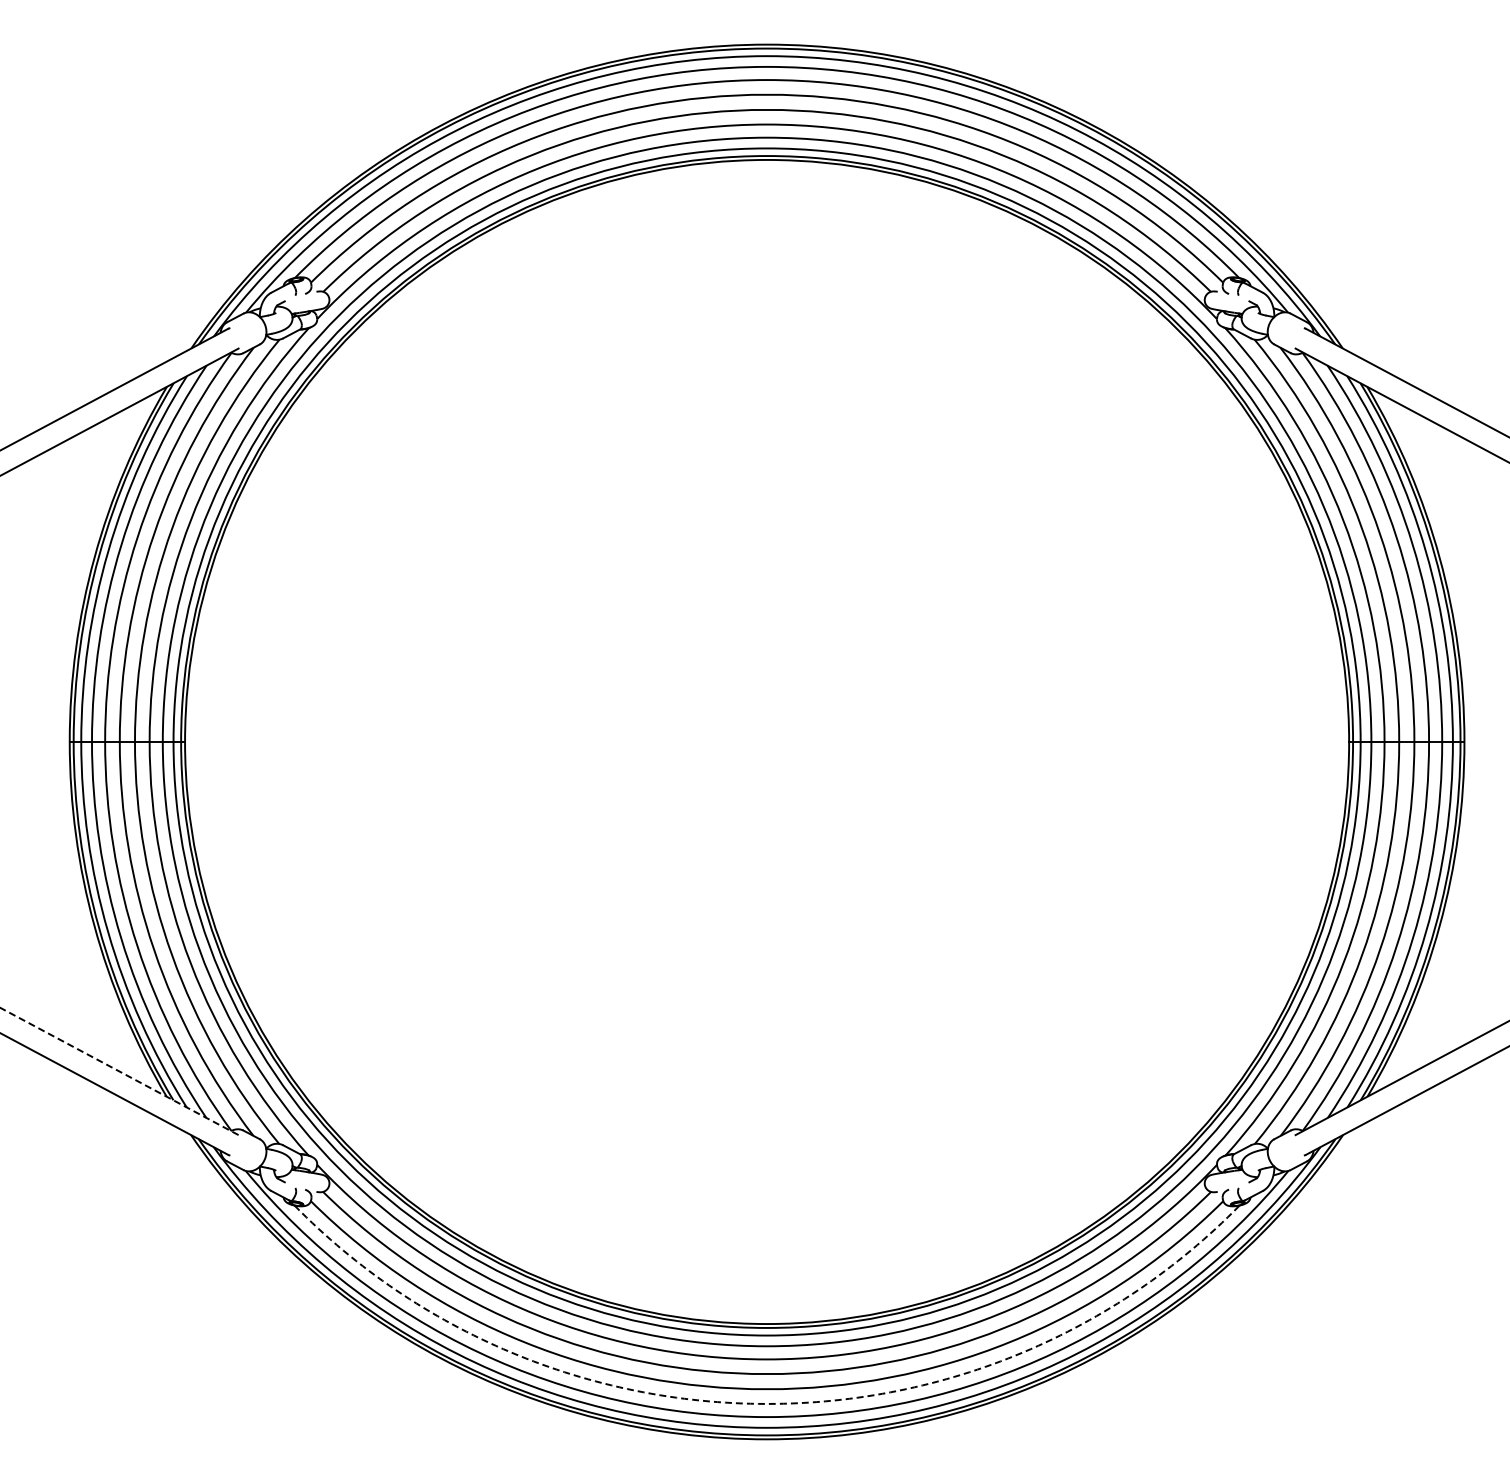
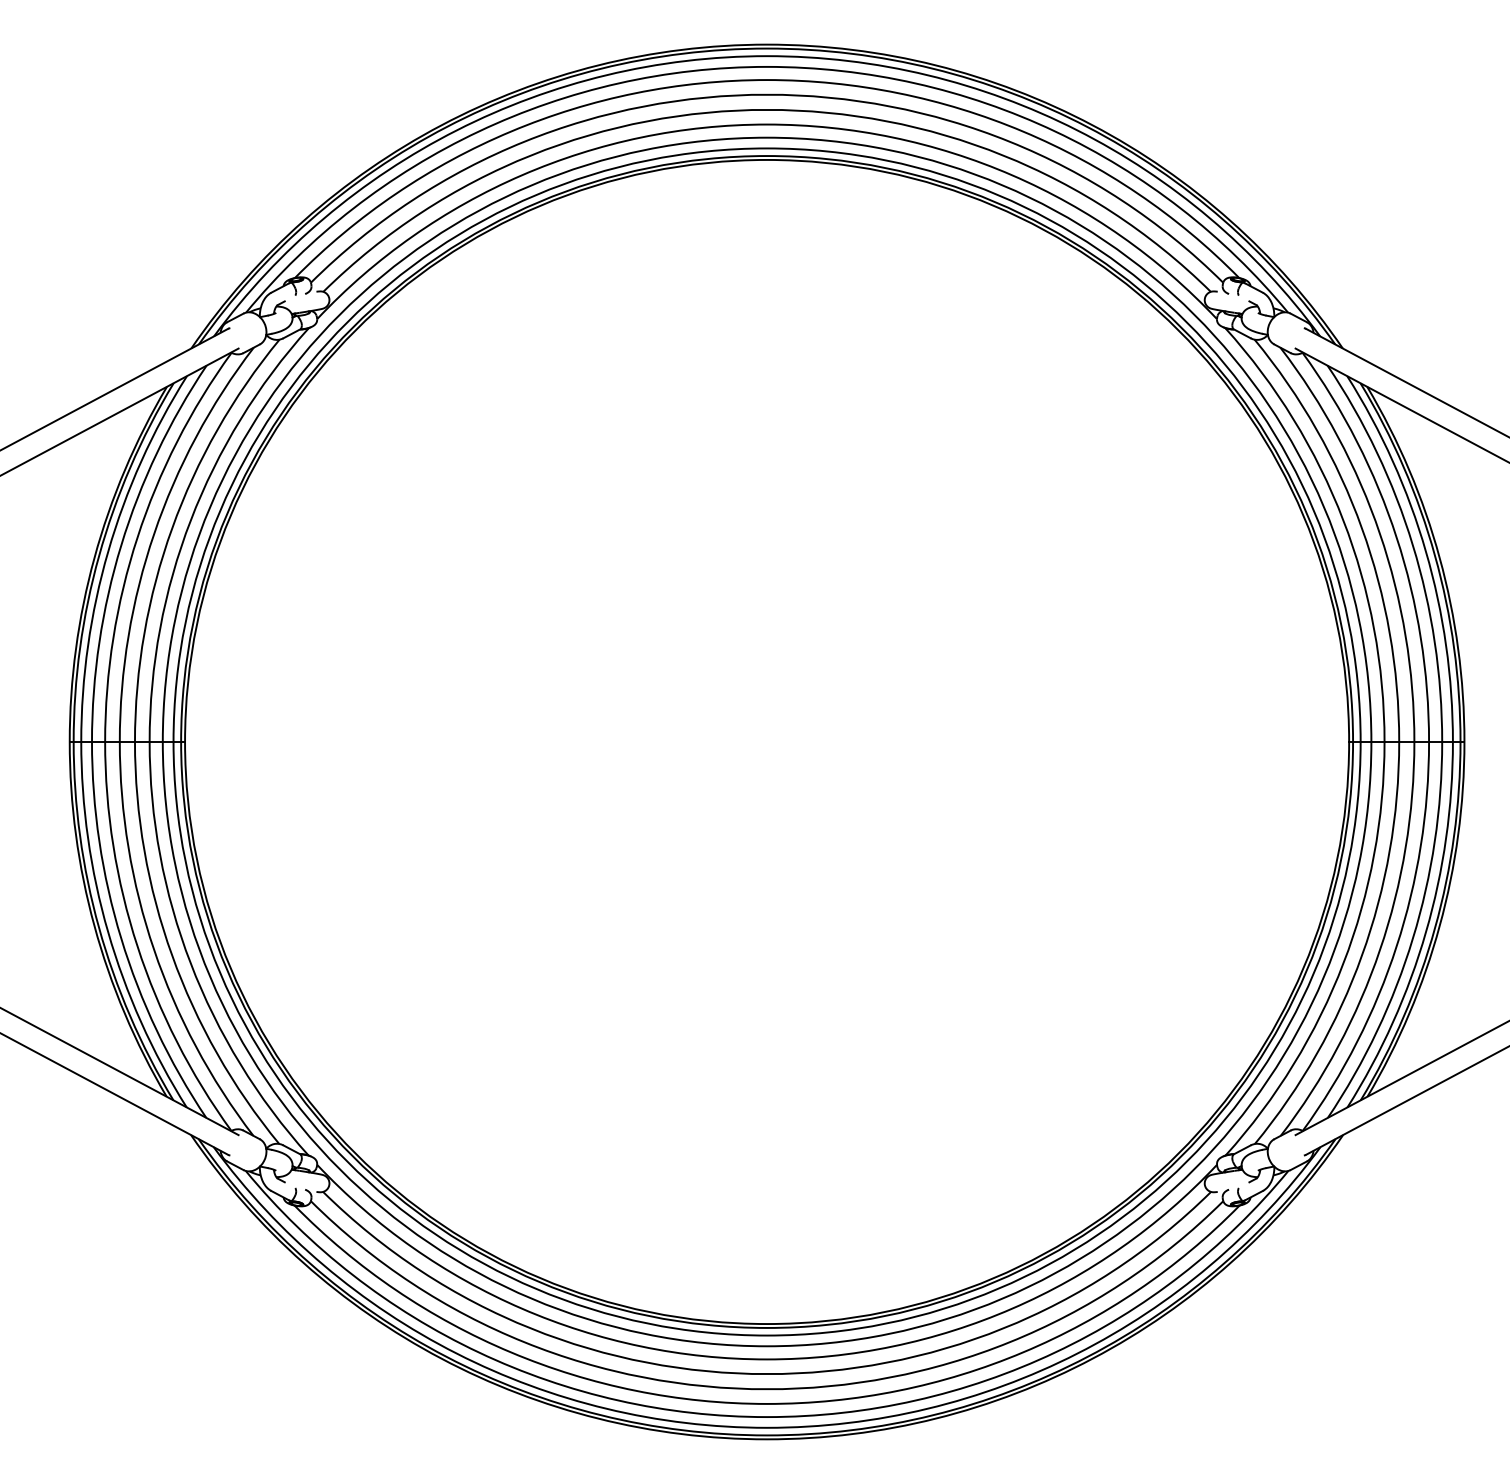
line at (119, 1071): dashed -> solid
arc at (767, 1403): dashed -> solid
